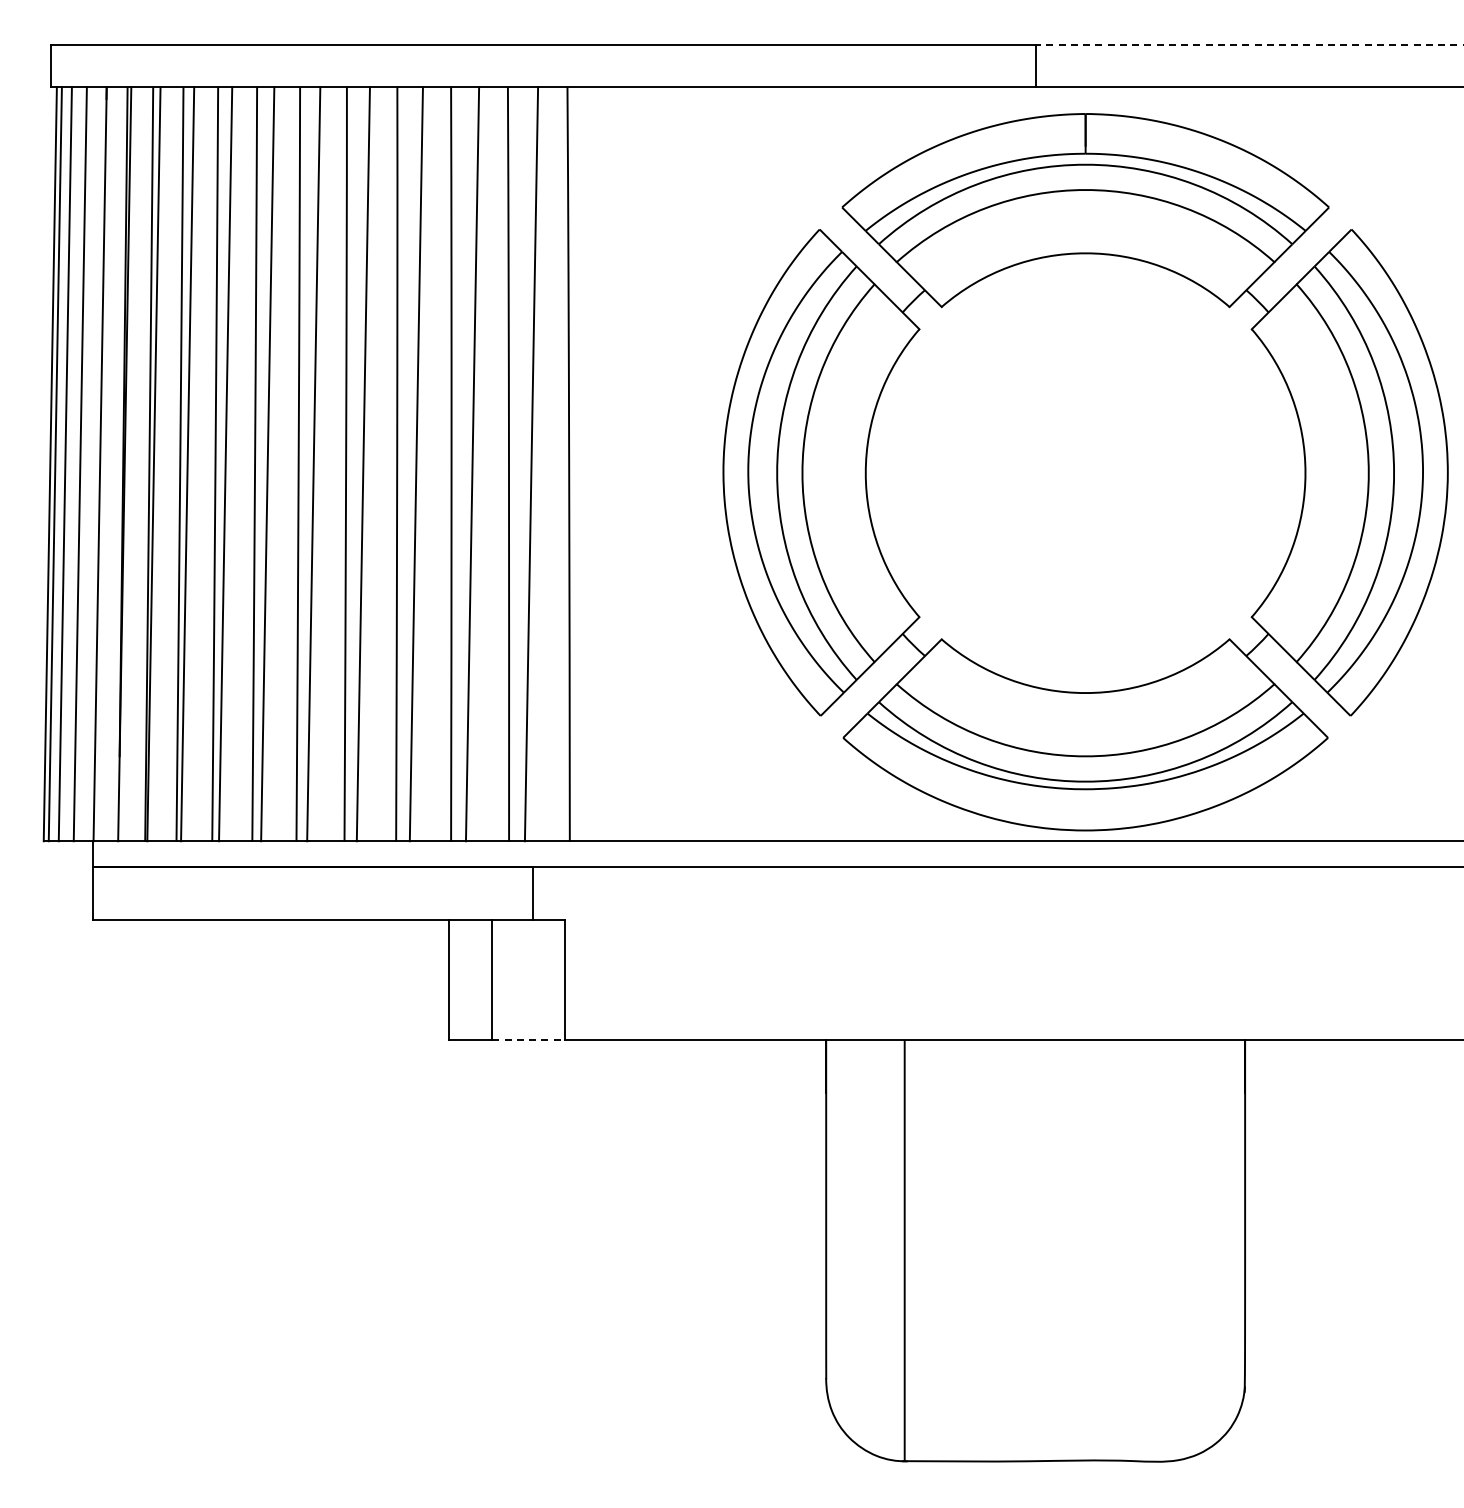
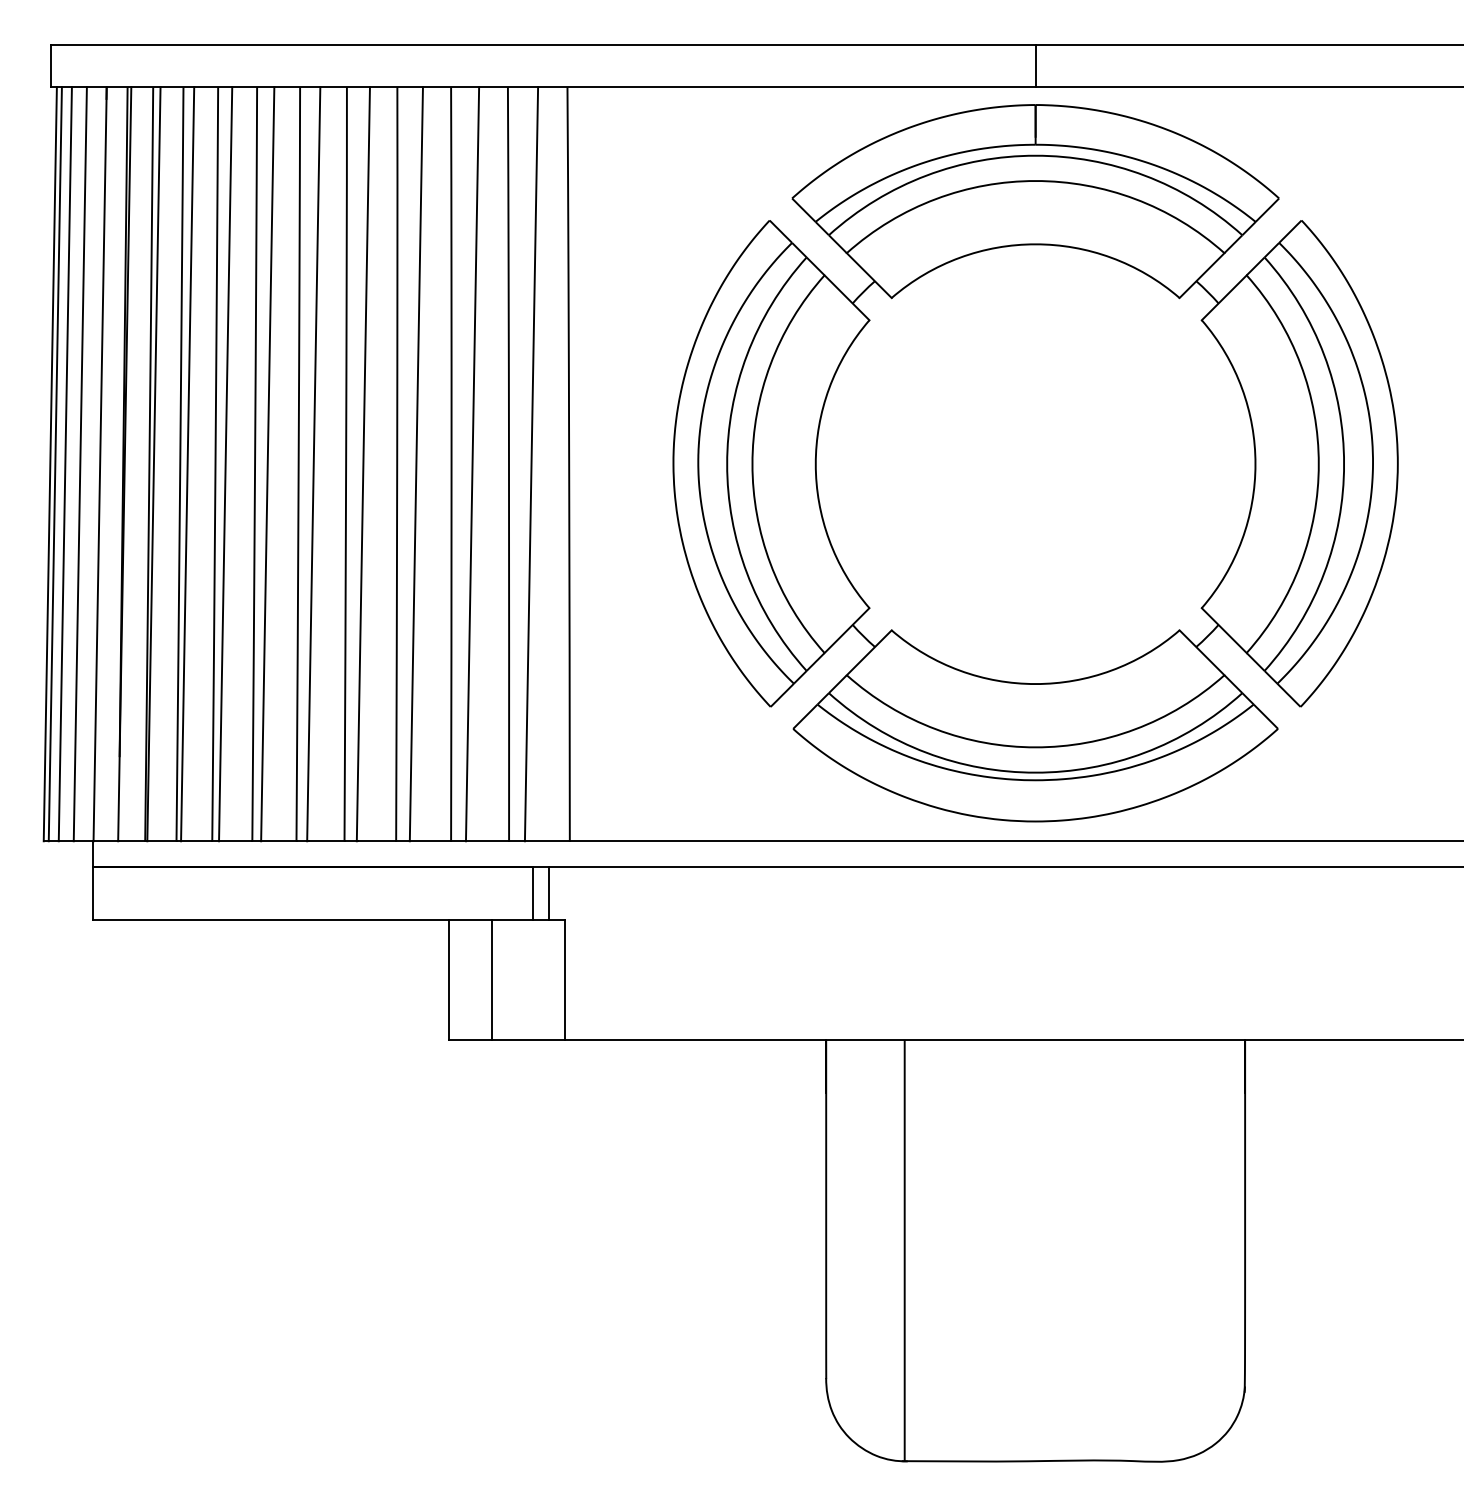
line at (1249, 45): dashed -> solid
part at (1085, 472) position: (1085, 472) -> (1035, 463)
line at (549, 893): none -> present
line at (529, 1040): dashed -> solid
